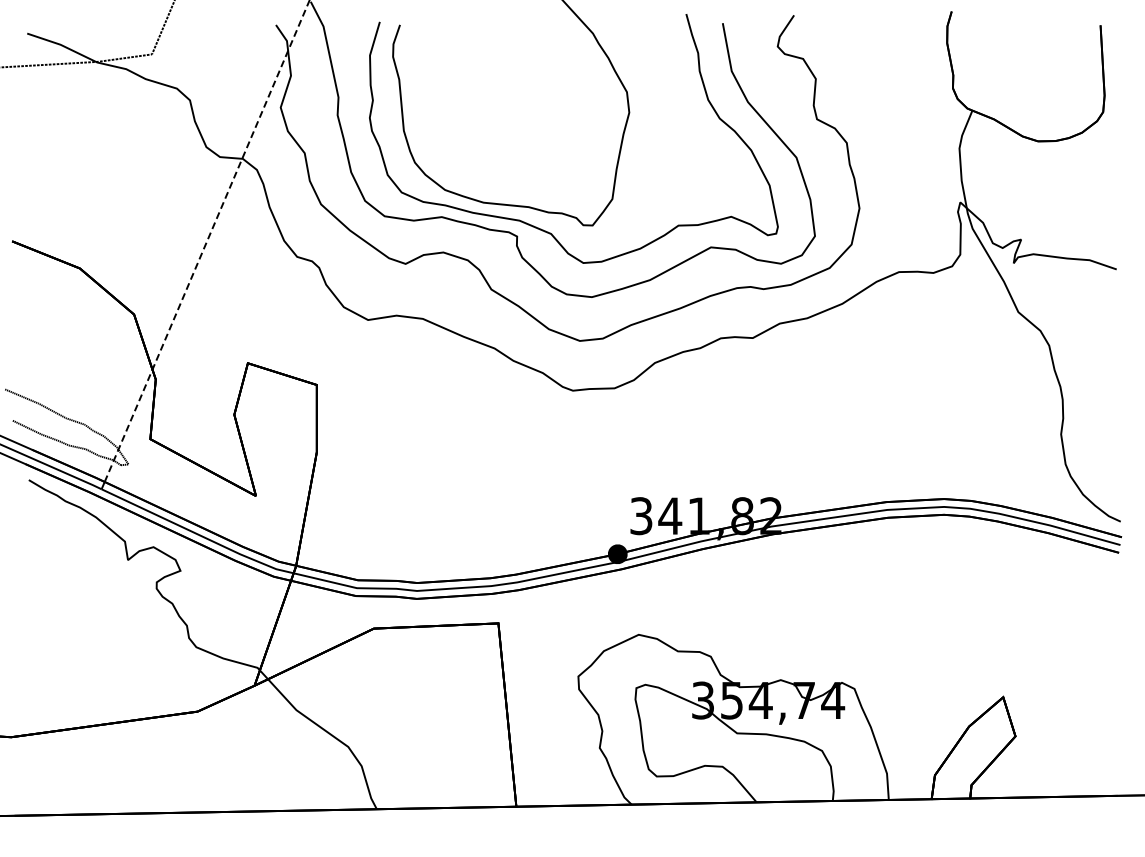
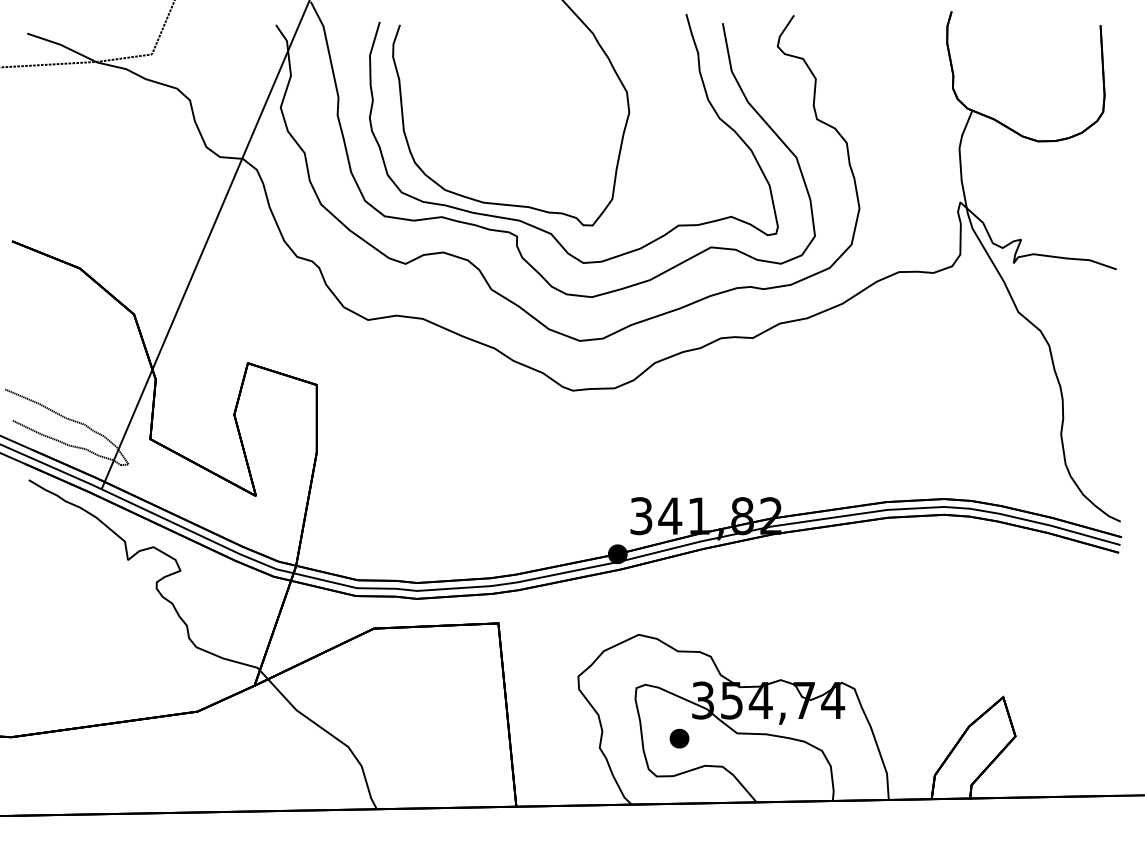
line at (206, 241): dashed -> solid
part at (679, 738): none -> present
